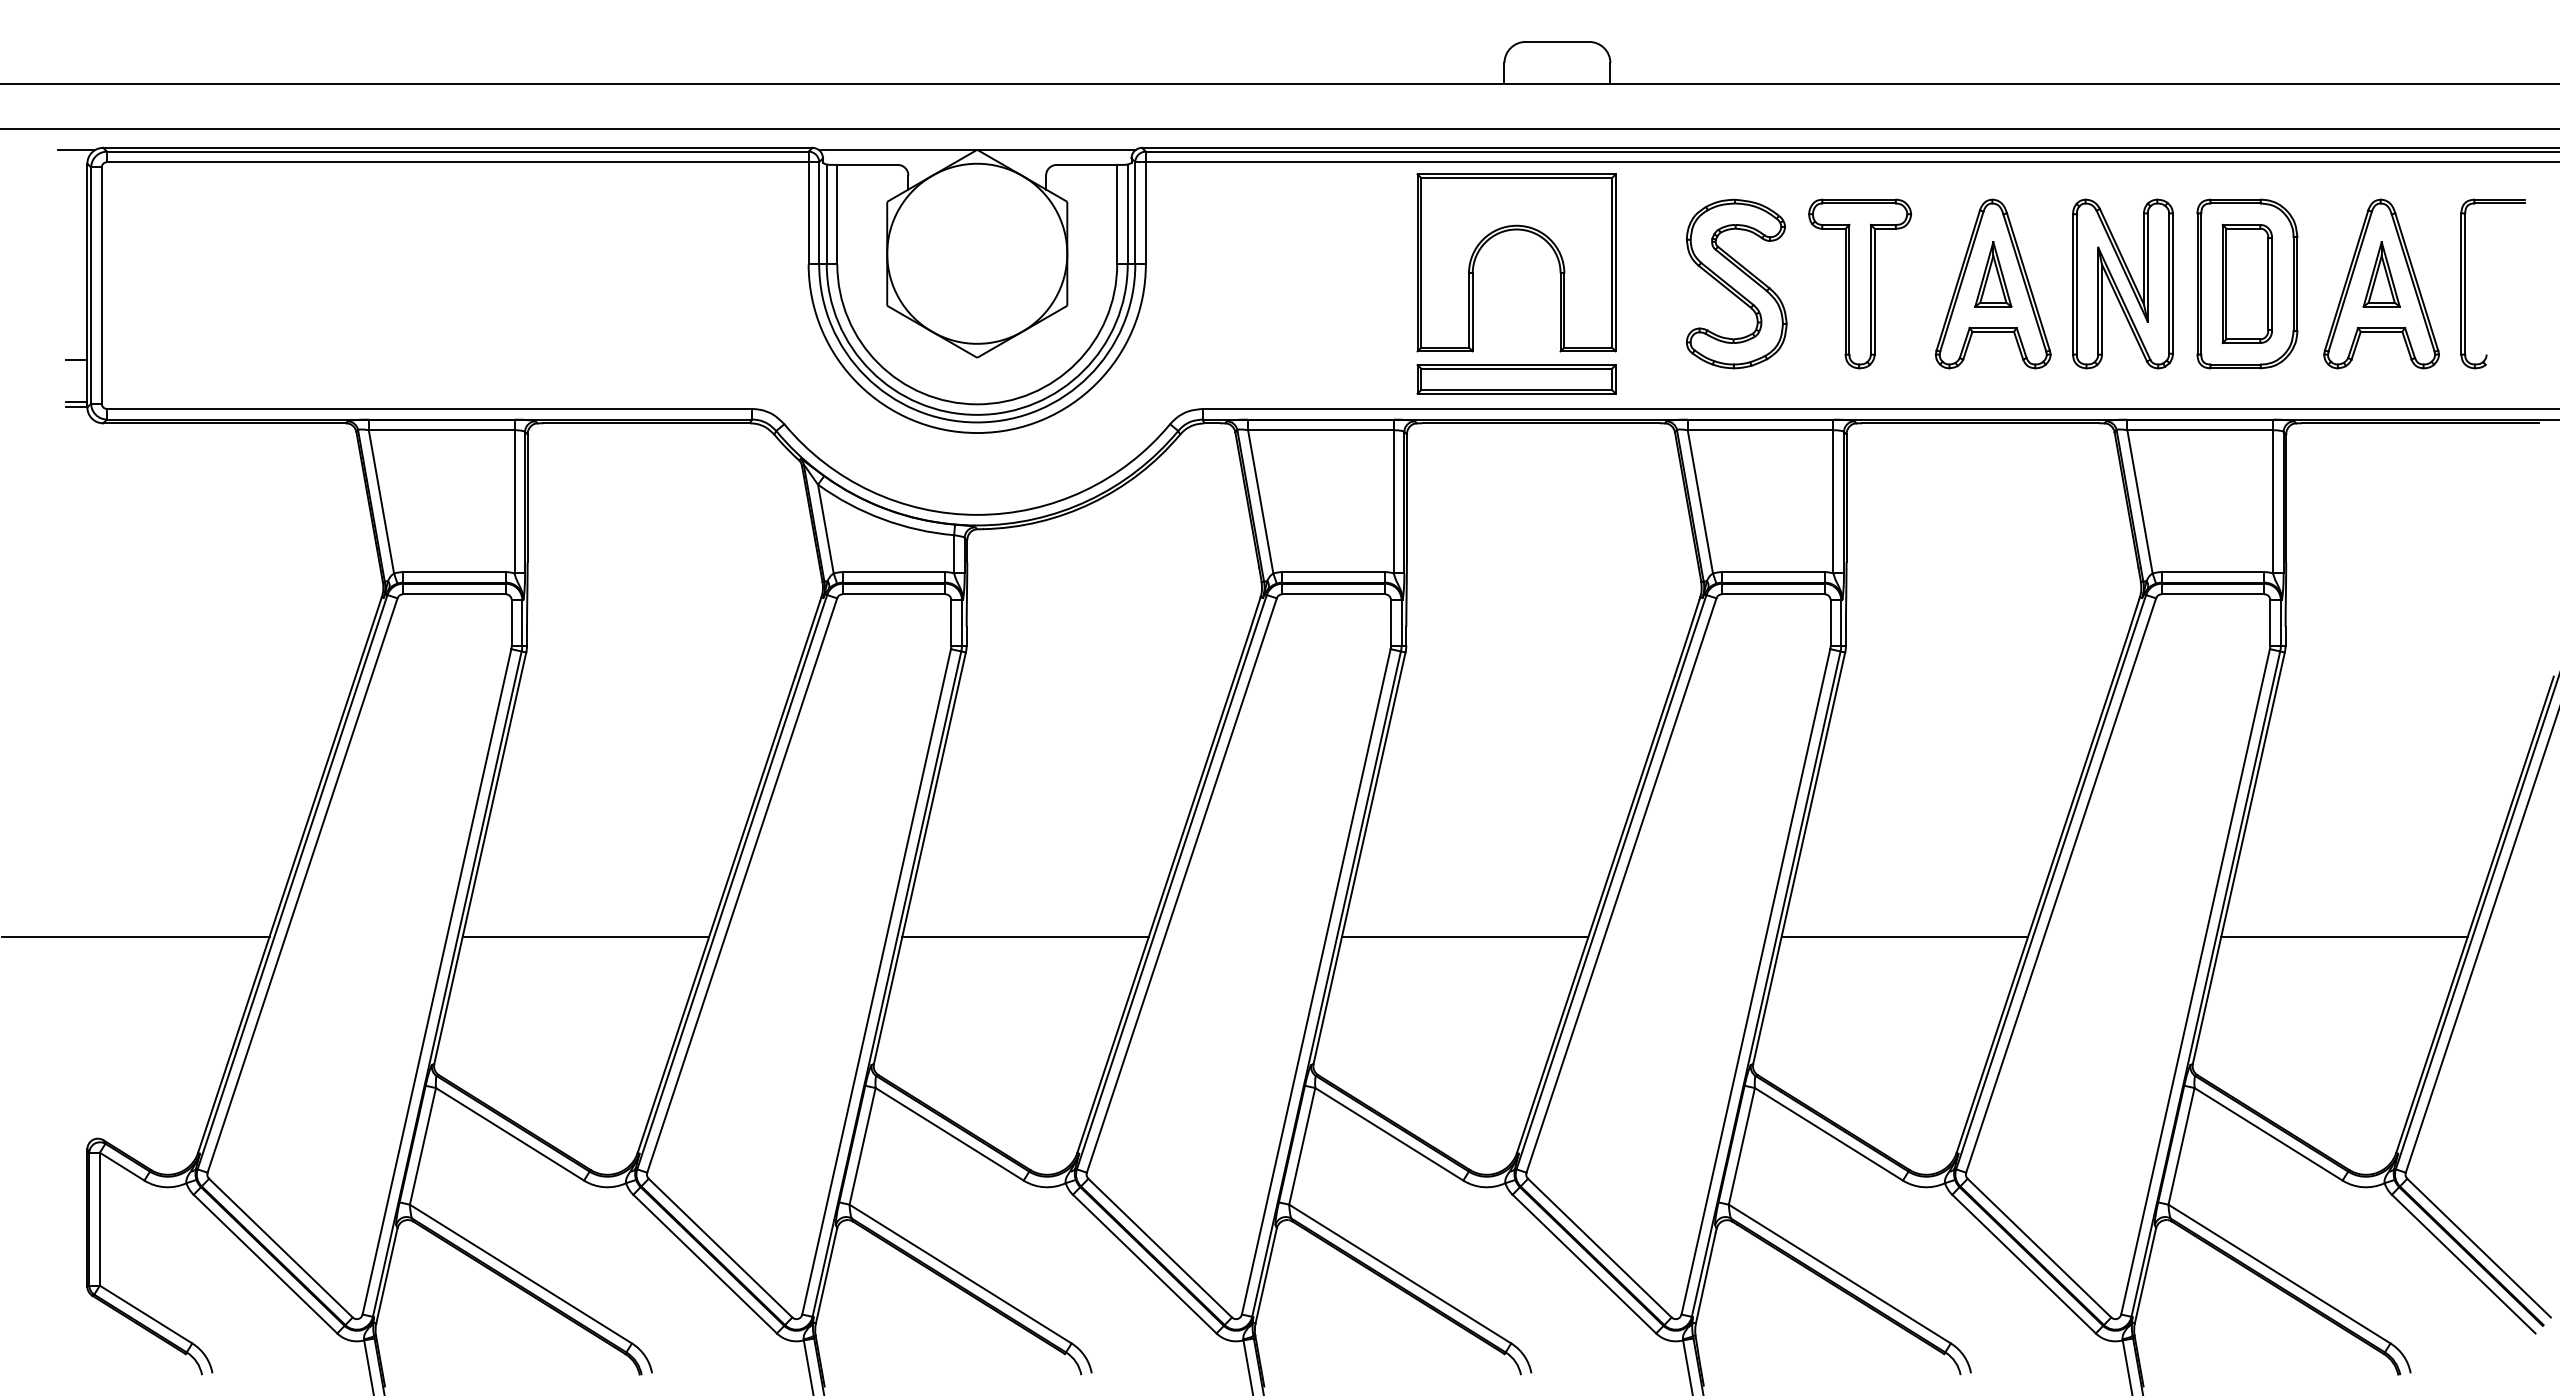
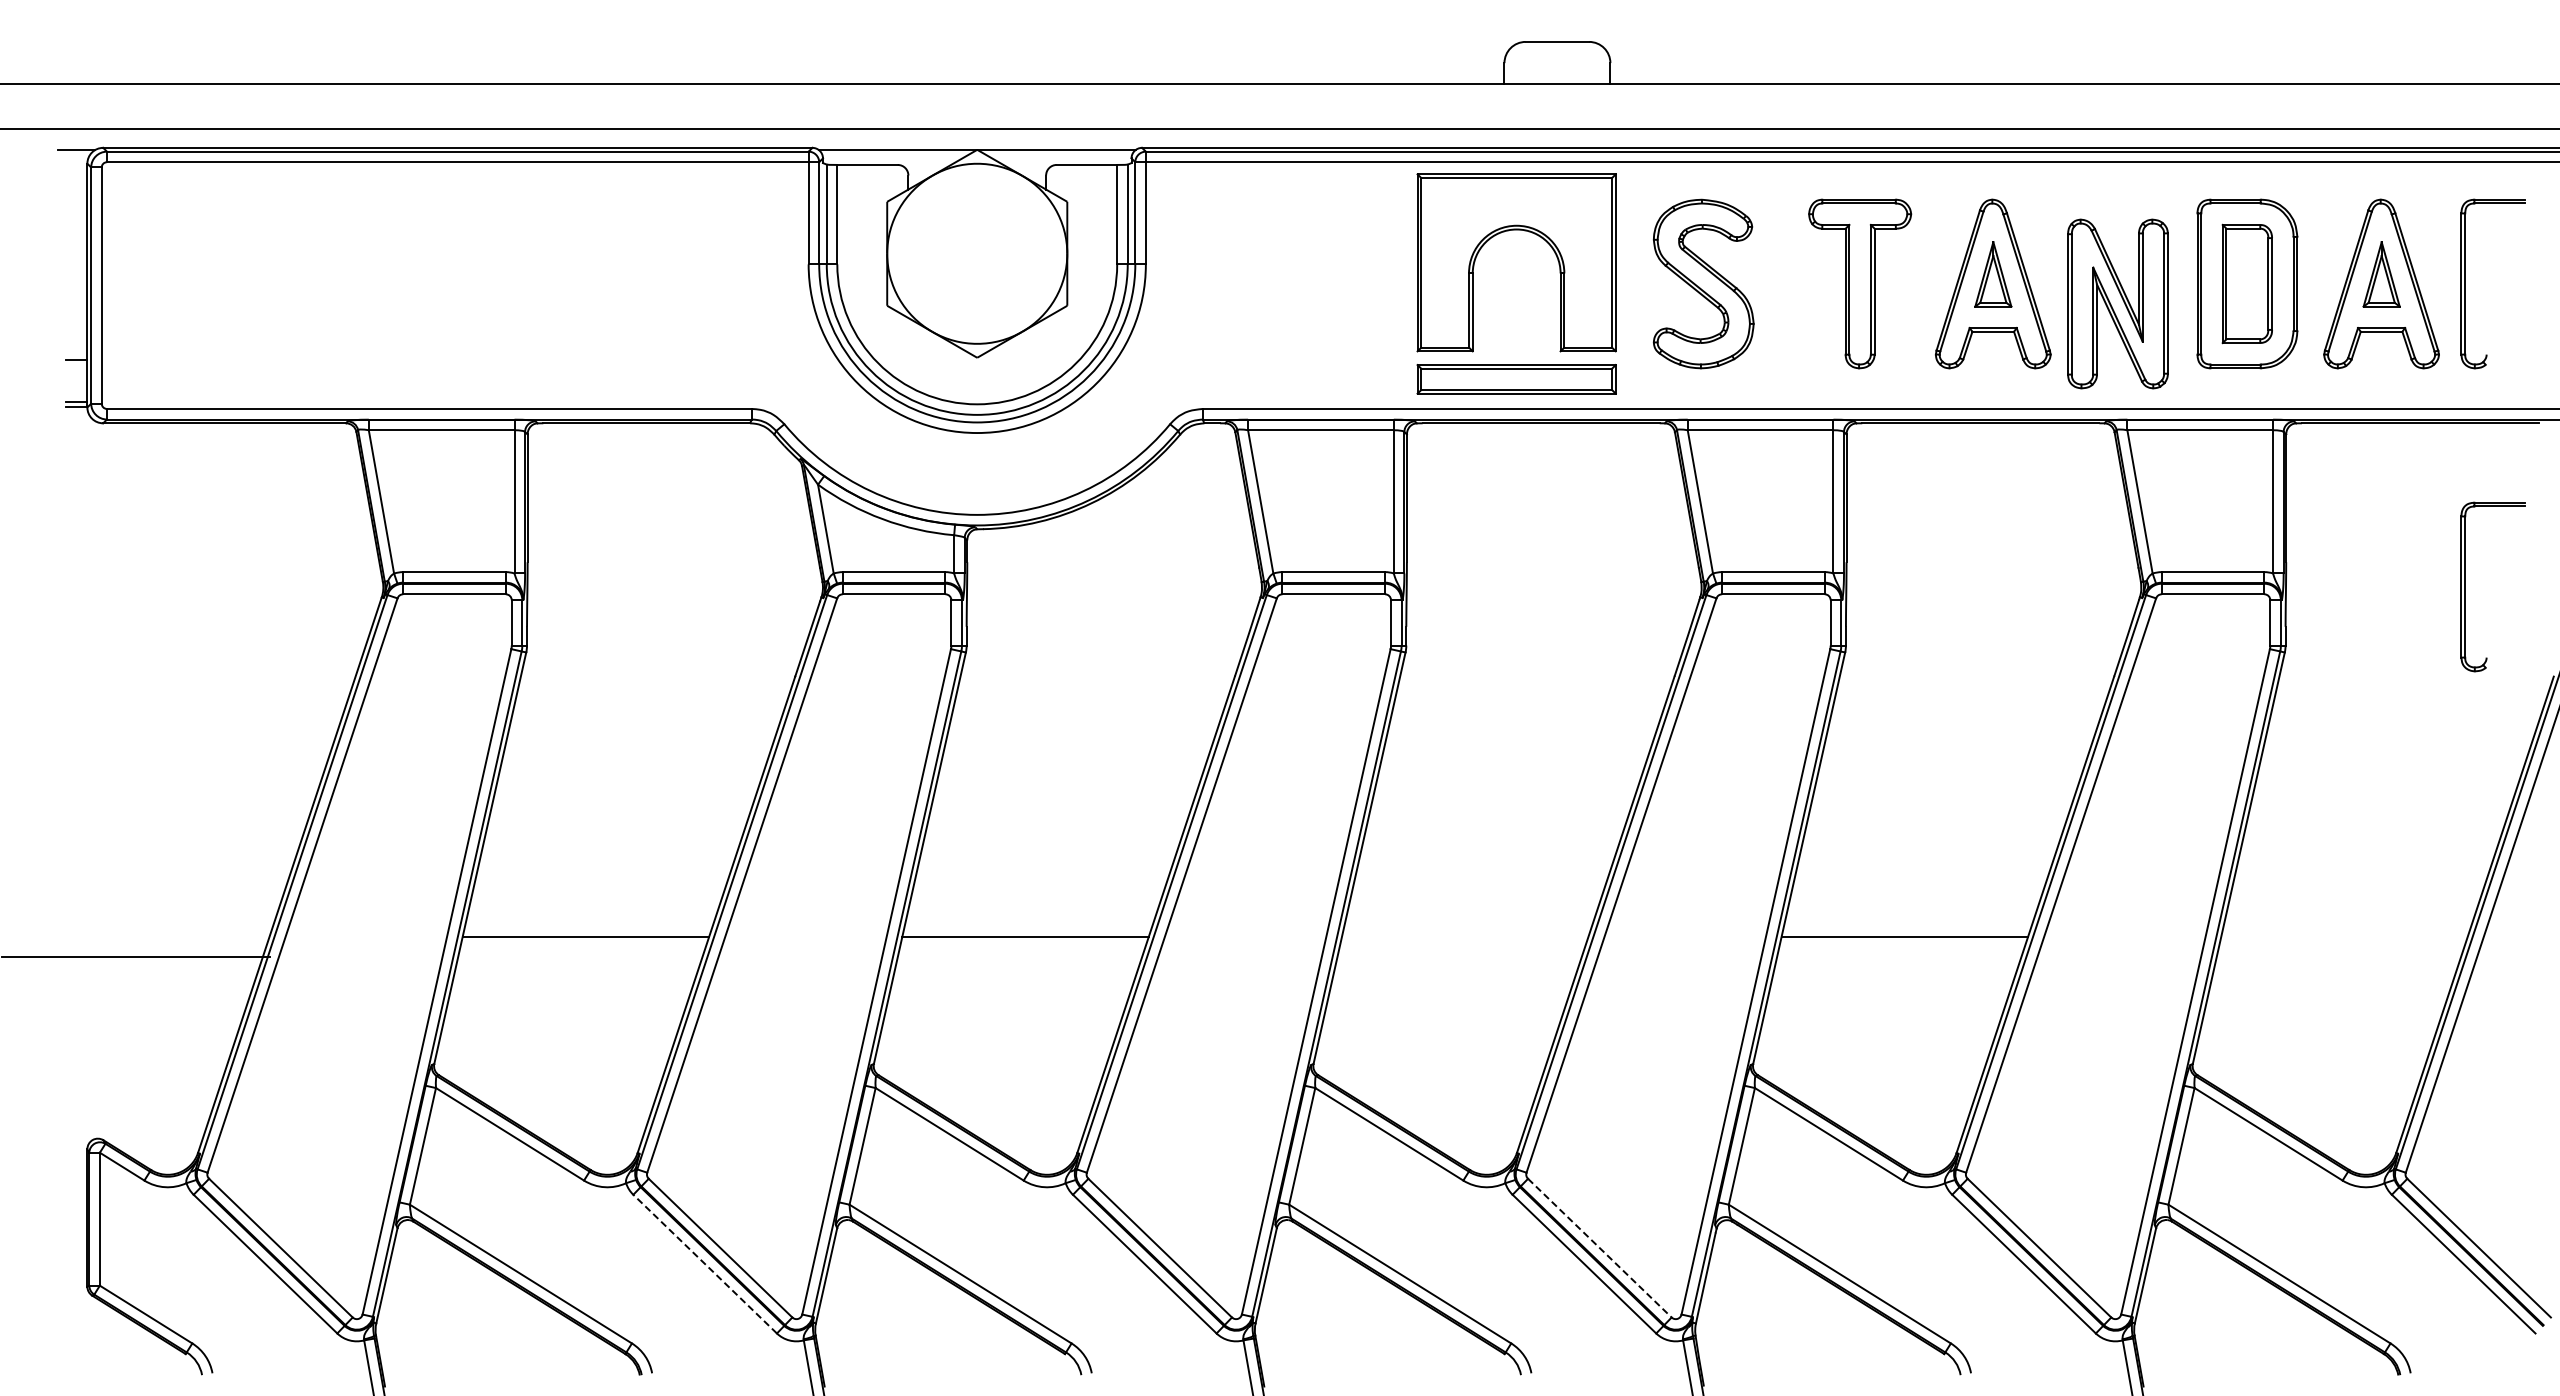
part at (1736, 283) position: (1736, 283) -> (1703, 283)
part at (2122, 283) position: (2122, 283) -> (2117, 303)
part at (2465, 586): none -> present
line at (135, 936) position: (135, 936) -> (135, 956)
line at (1464, 936): present -> none
line at (2344, 936): present -> none
line at (1599, 1248): solid -> dashed
line at (705, 1264): solid -> dashed
